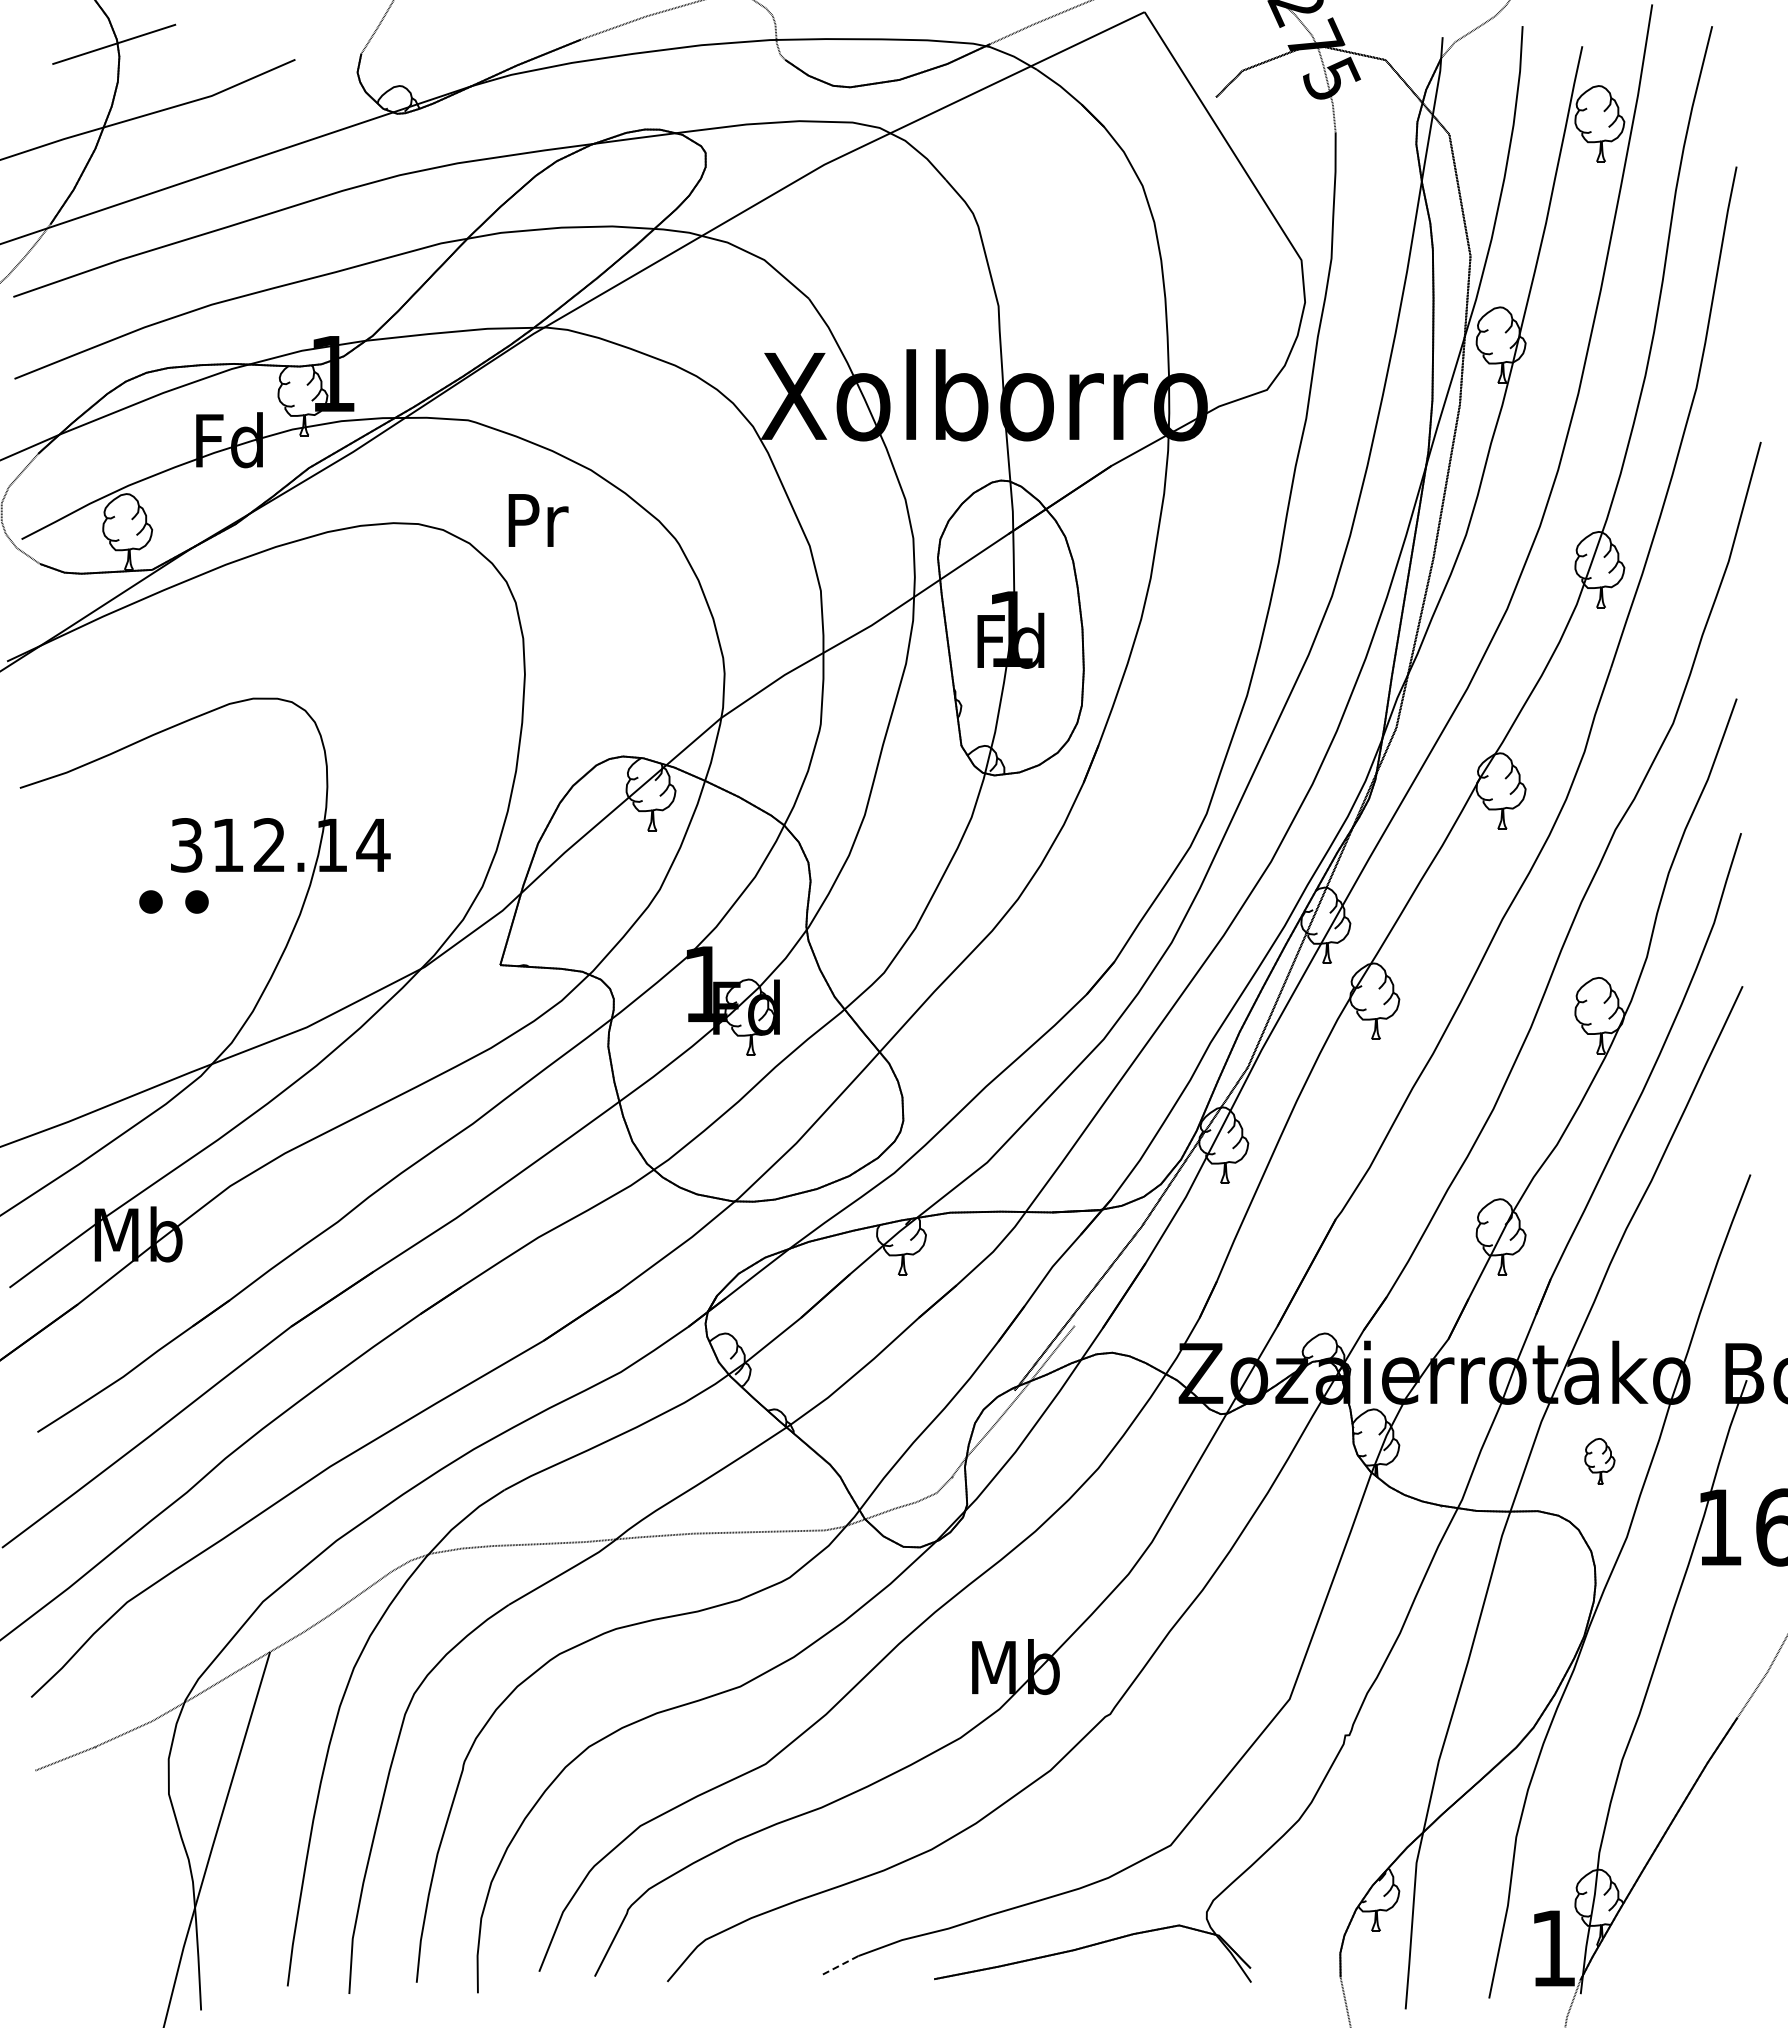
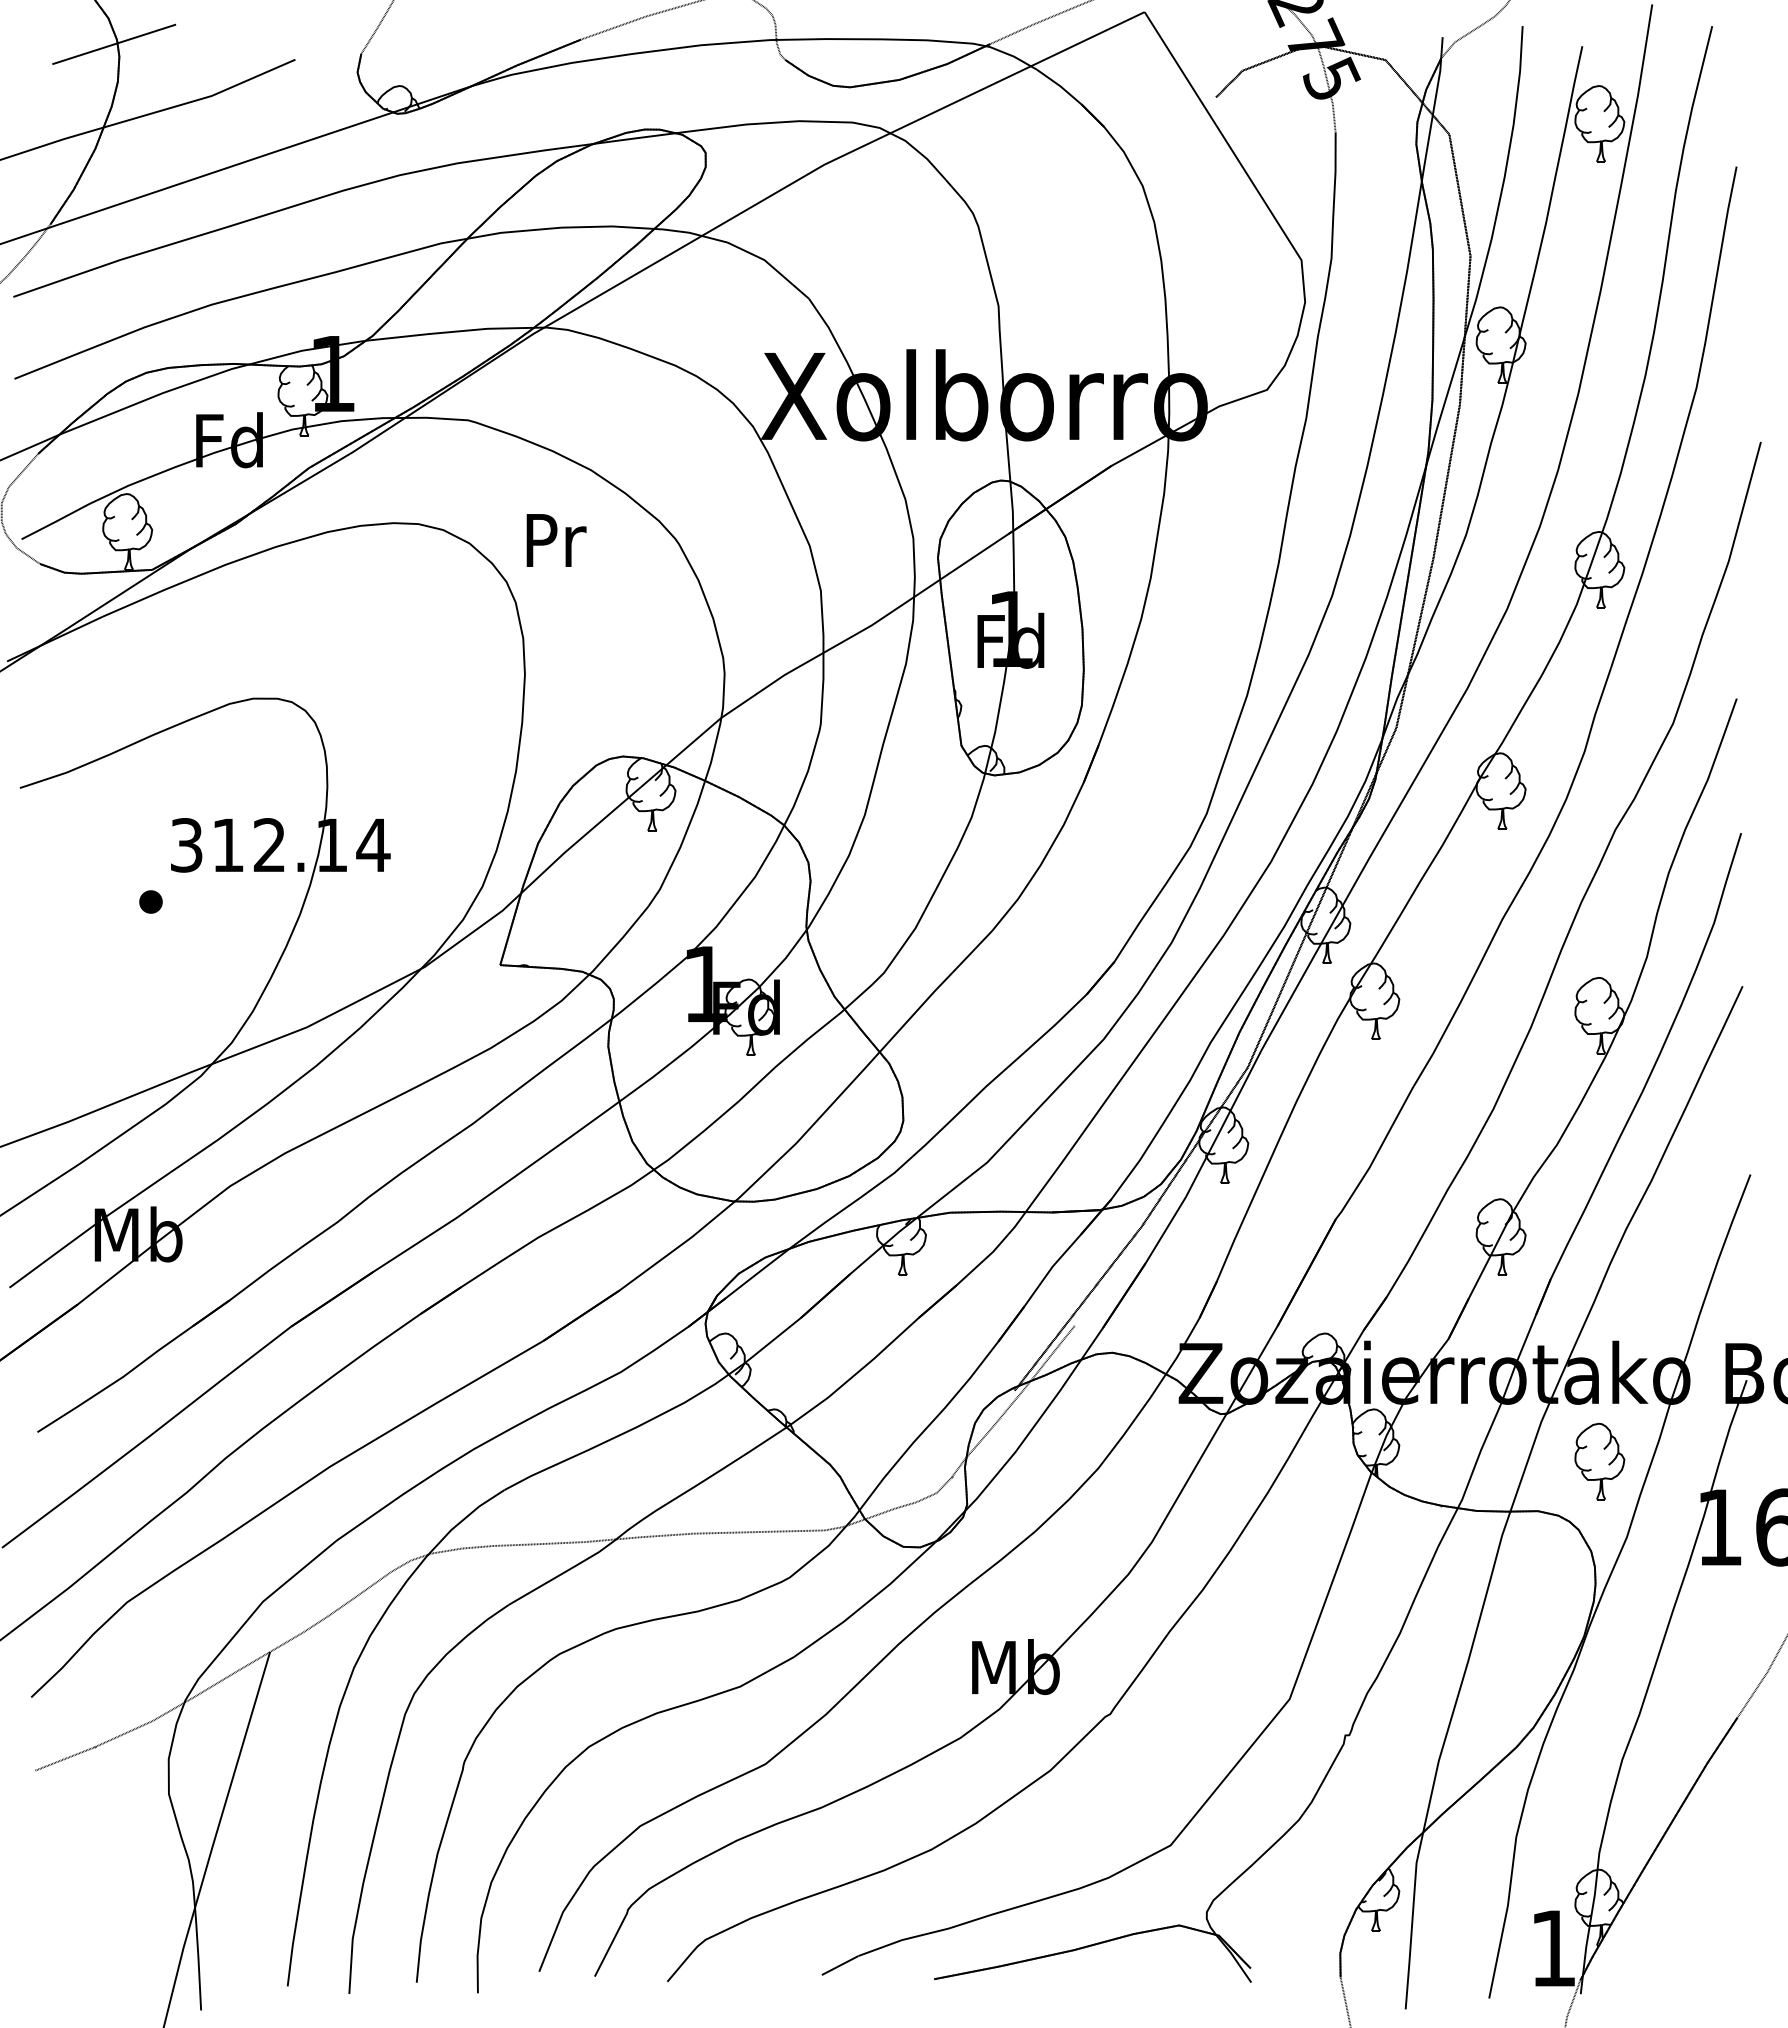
text at (538, 520) position: (538, 520) -> (556, 540)
part at (196, 901): present -> none
part at (1599, 1461) size: 32x47 px -> 52x79 px
line at (840, 1965): dashed -> solid
